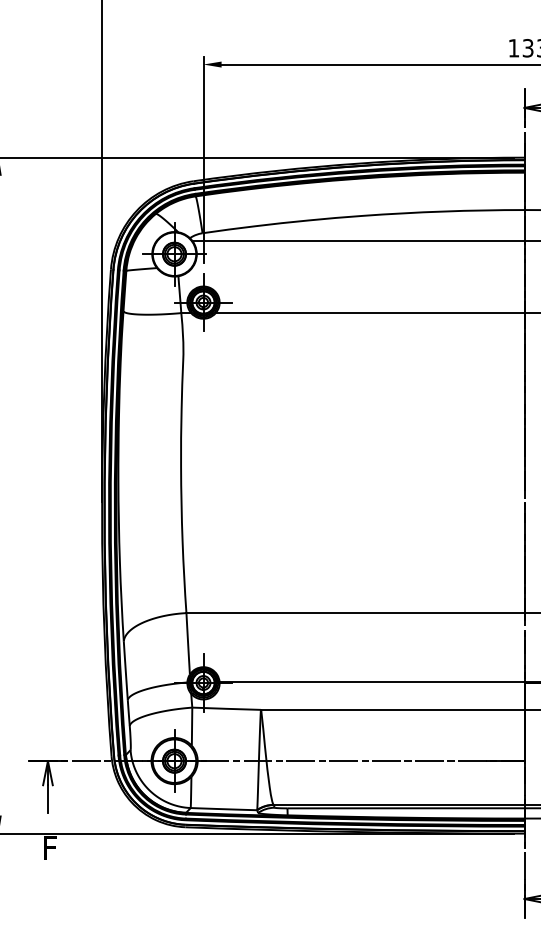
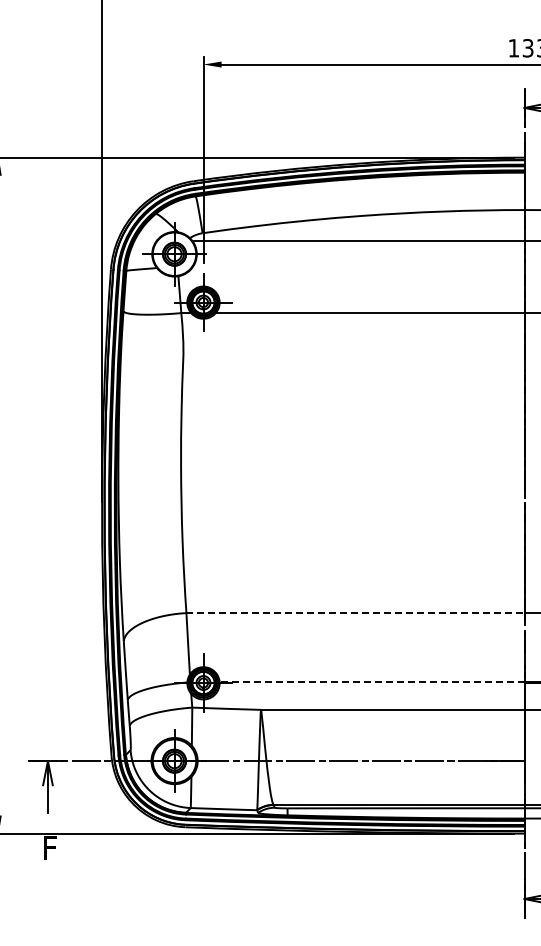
line at (356, 613): solid -> dashed
line at (371, 682): solid -> dashed
